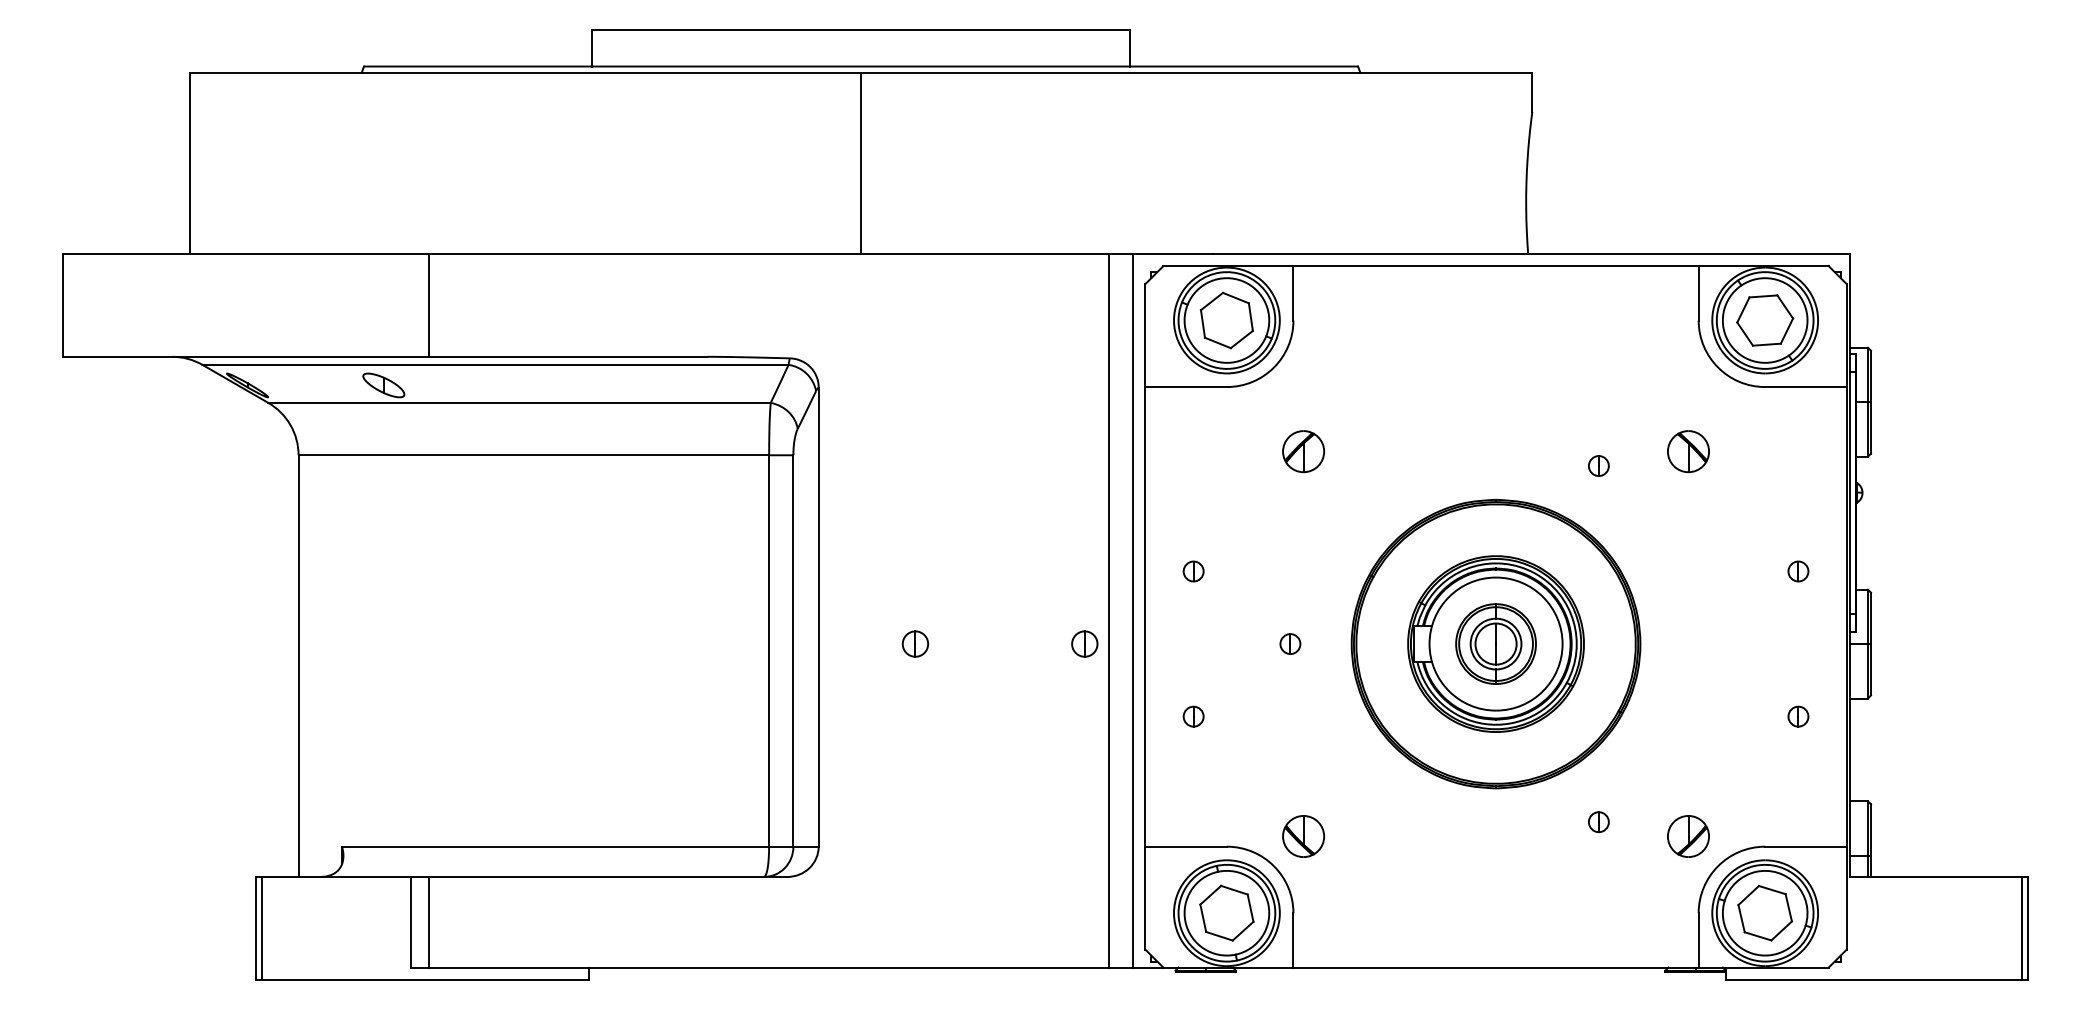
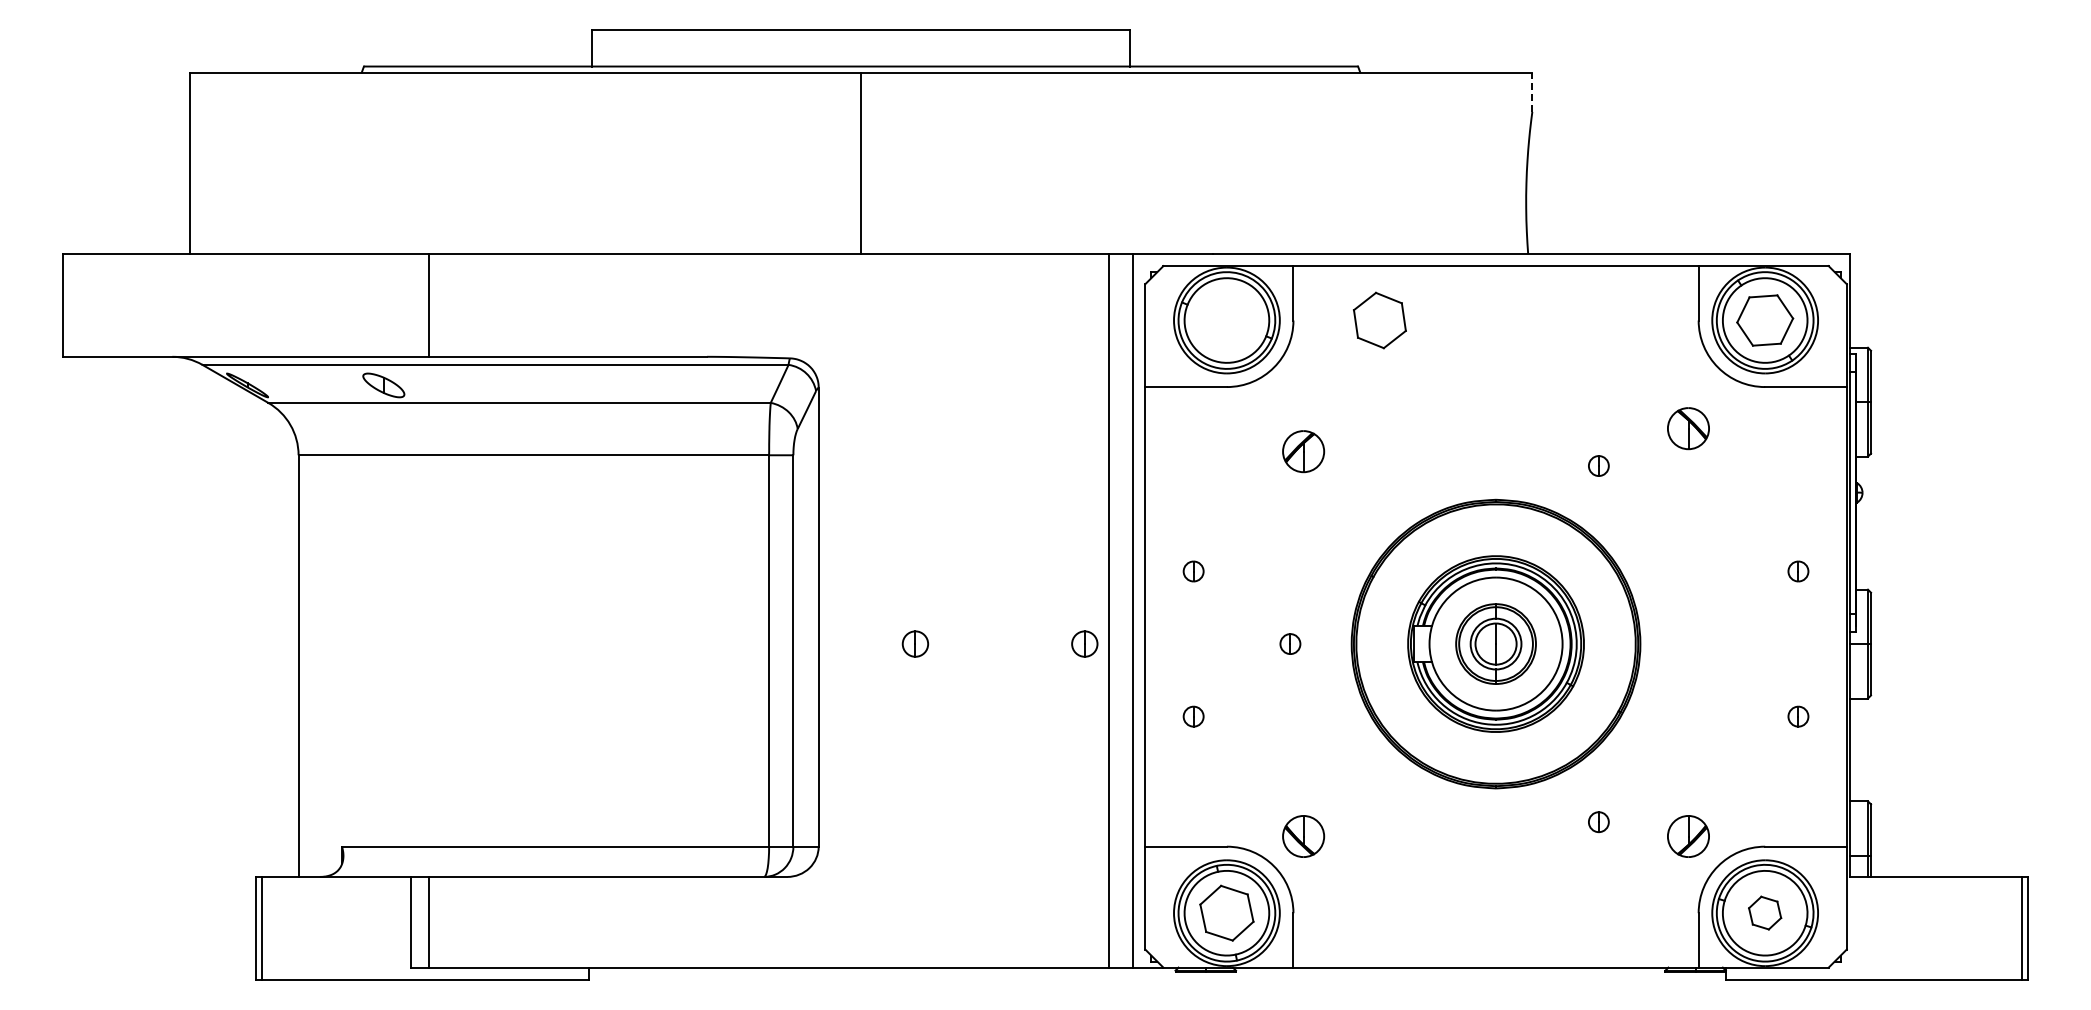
line at (1532, 92): solid -> dashed
part at (1226, 320) position: (1226, 320) -> (1379, 320)
part at (1688, 451) position: (1688, 451) -> (1688, 428)
part at (1764, 912) size: 56x58 px -> 35x36 px
